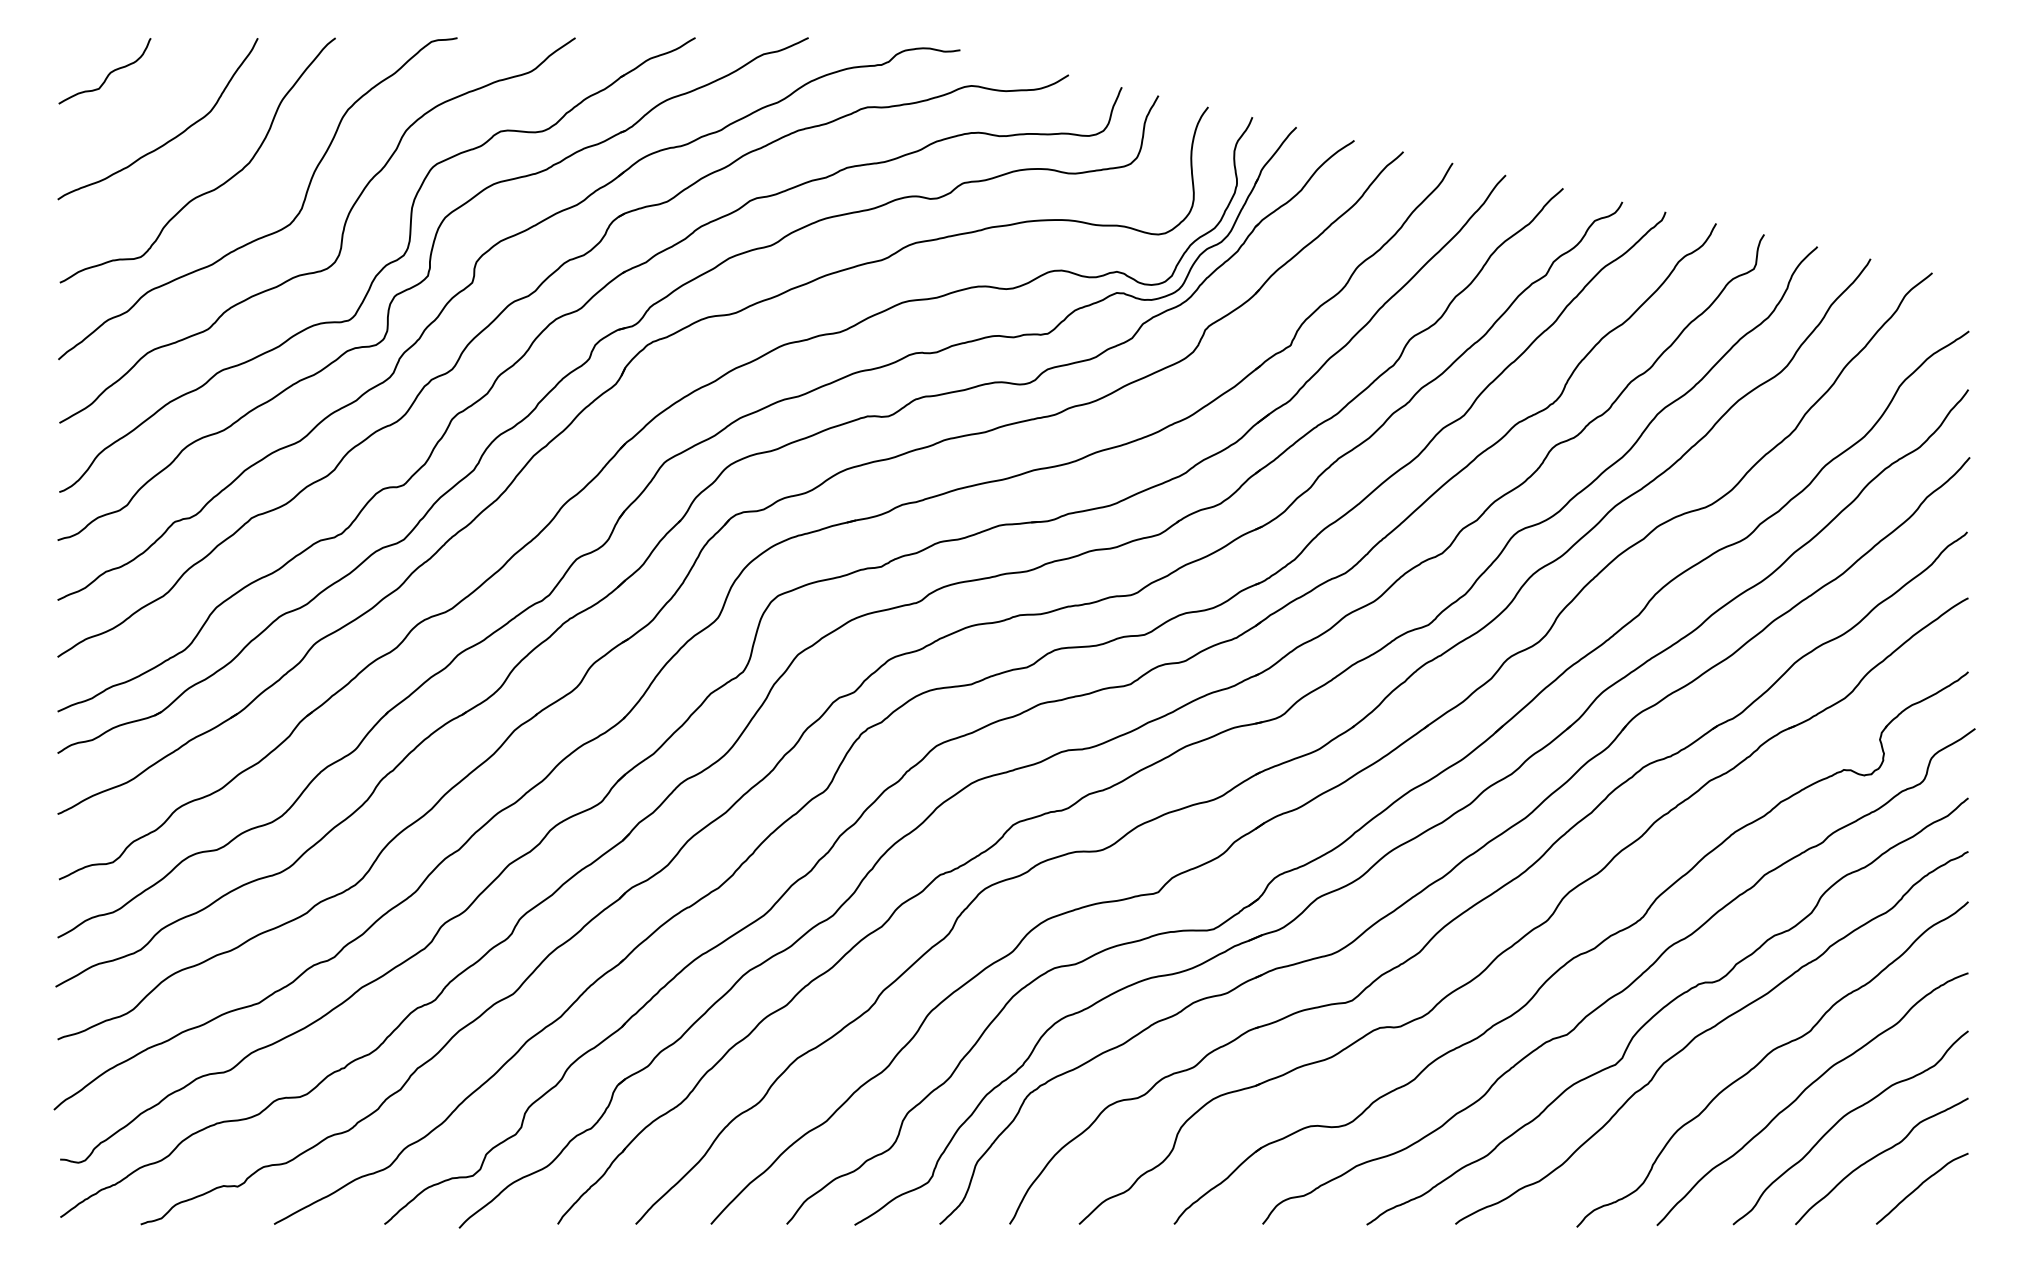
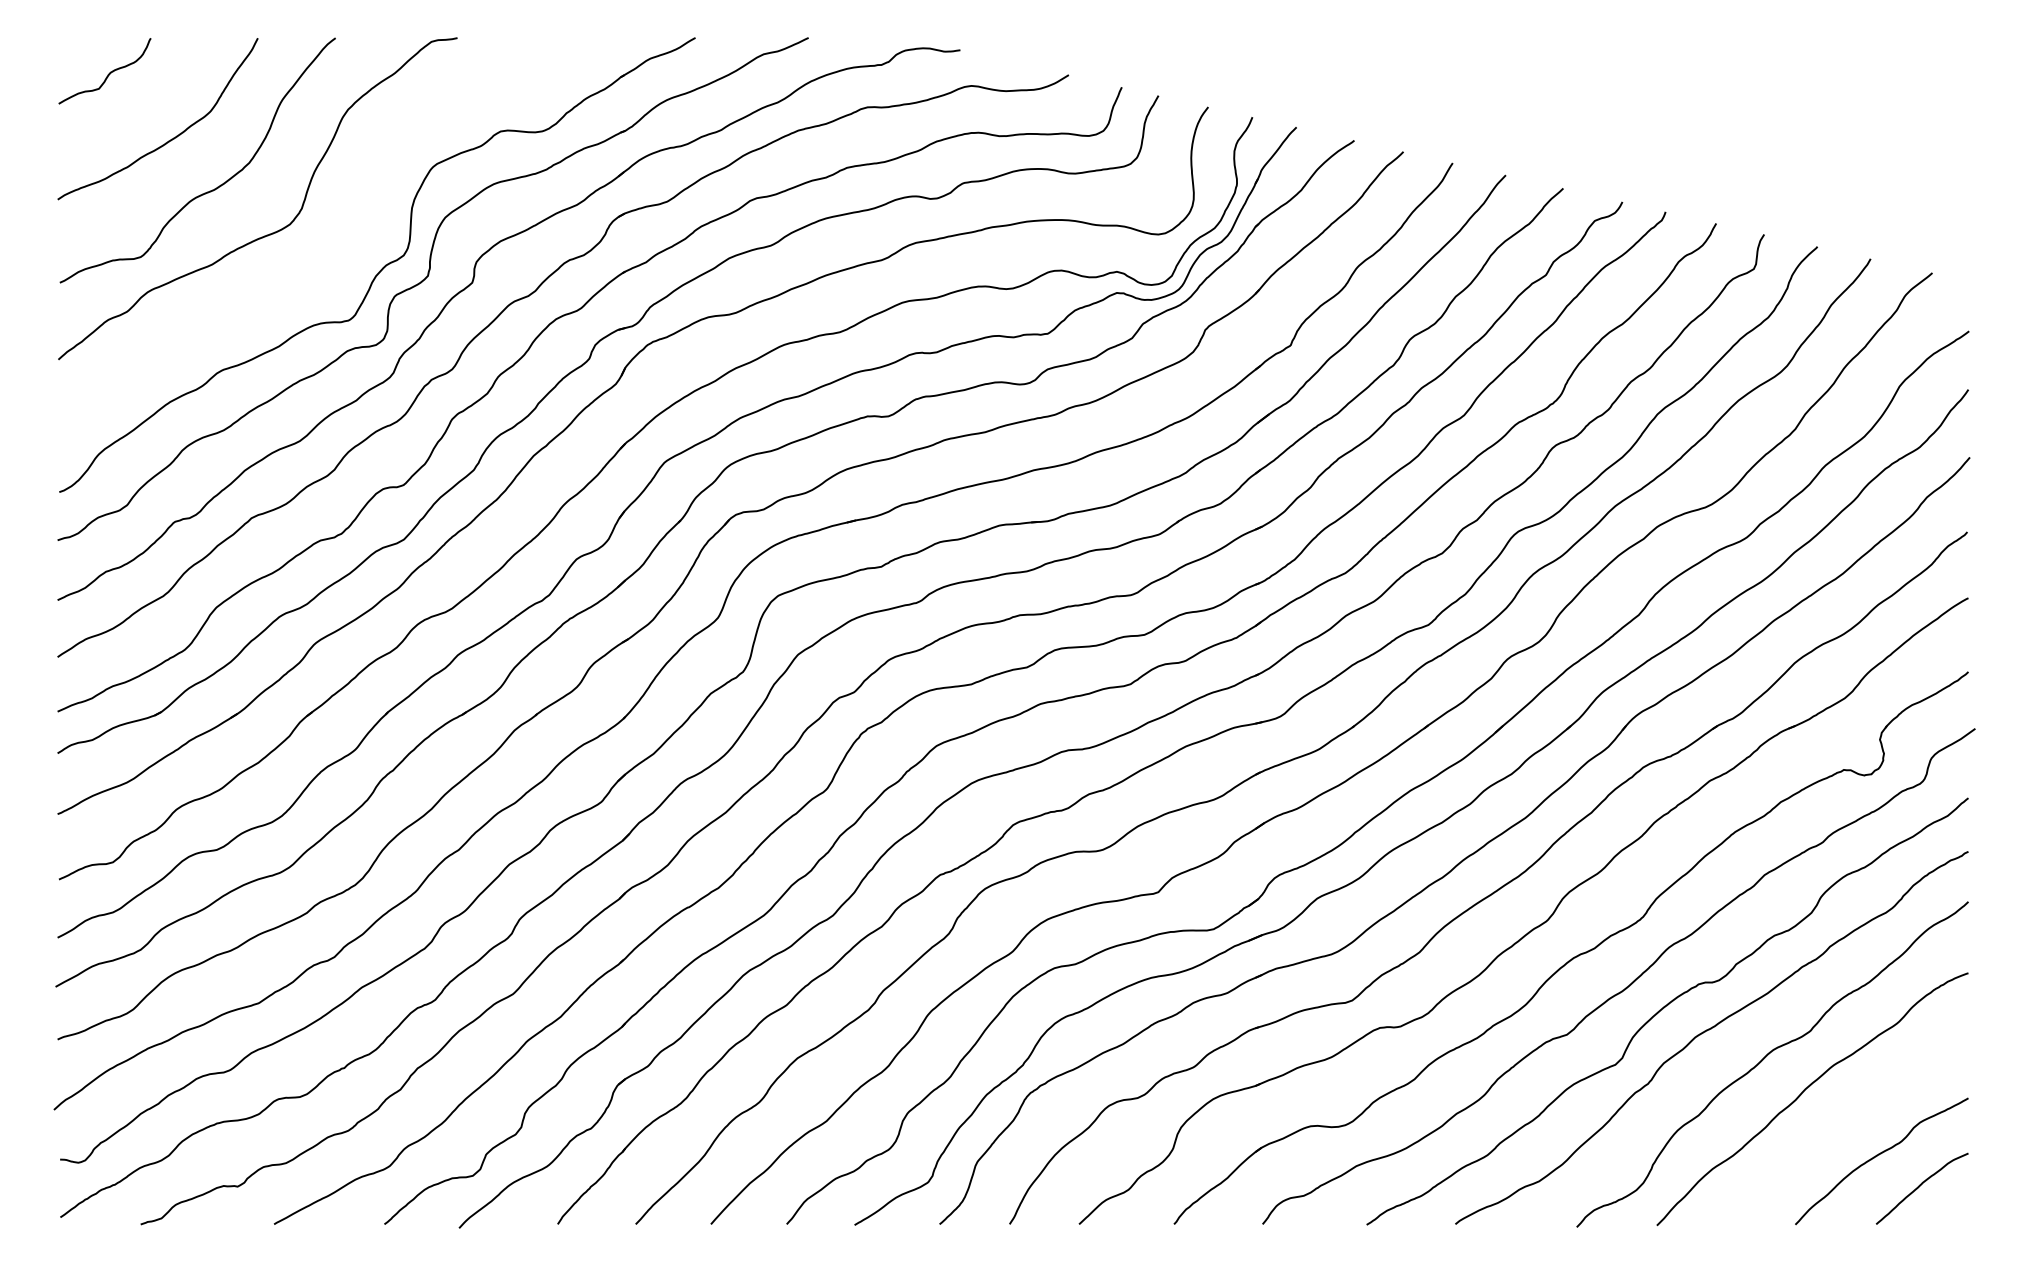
curve at (341, 234): present -> none
curve at (1843, 1118): present -> none
